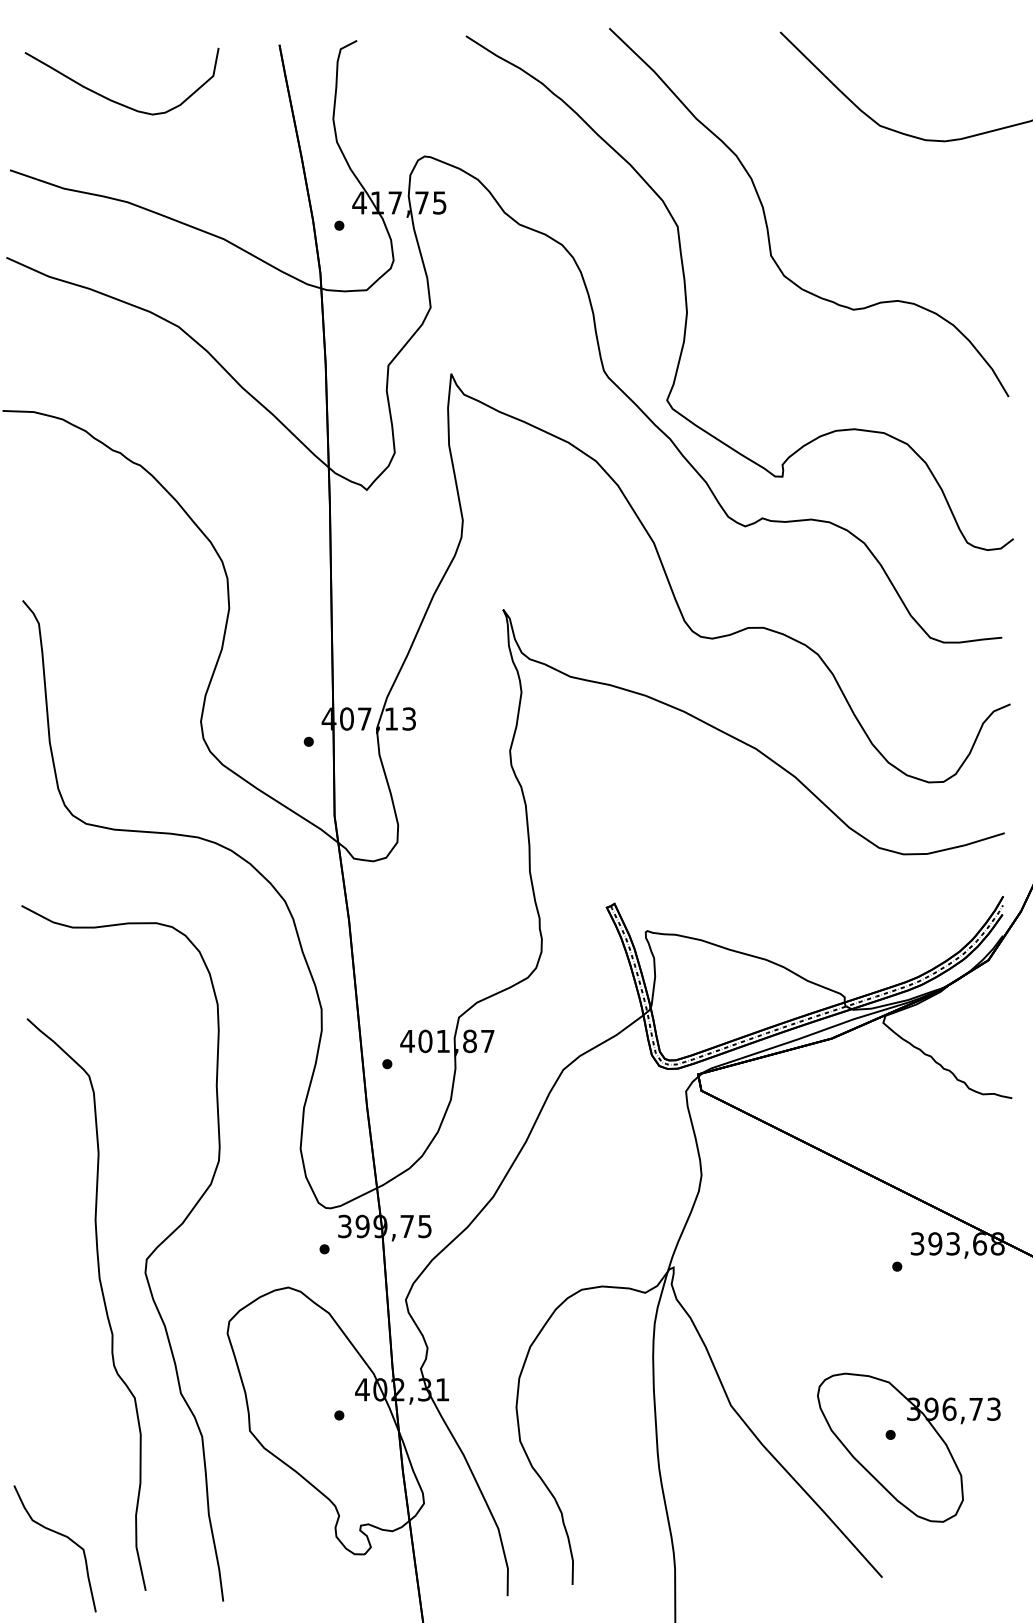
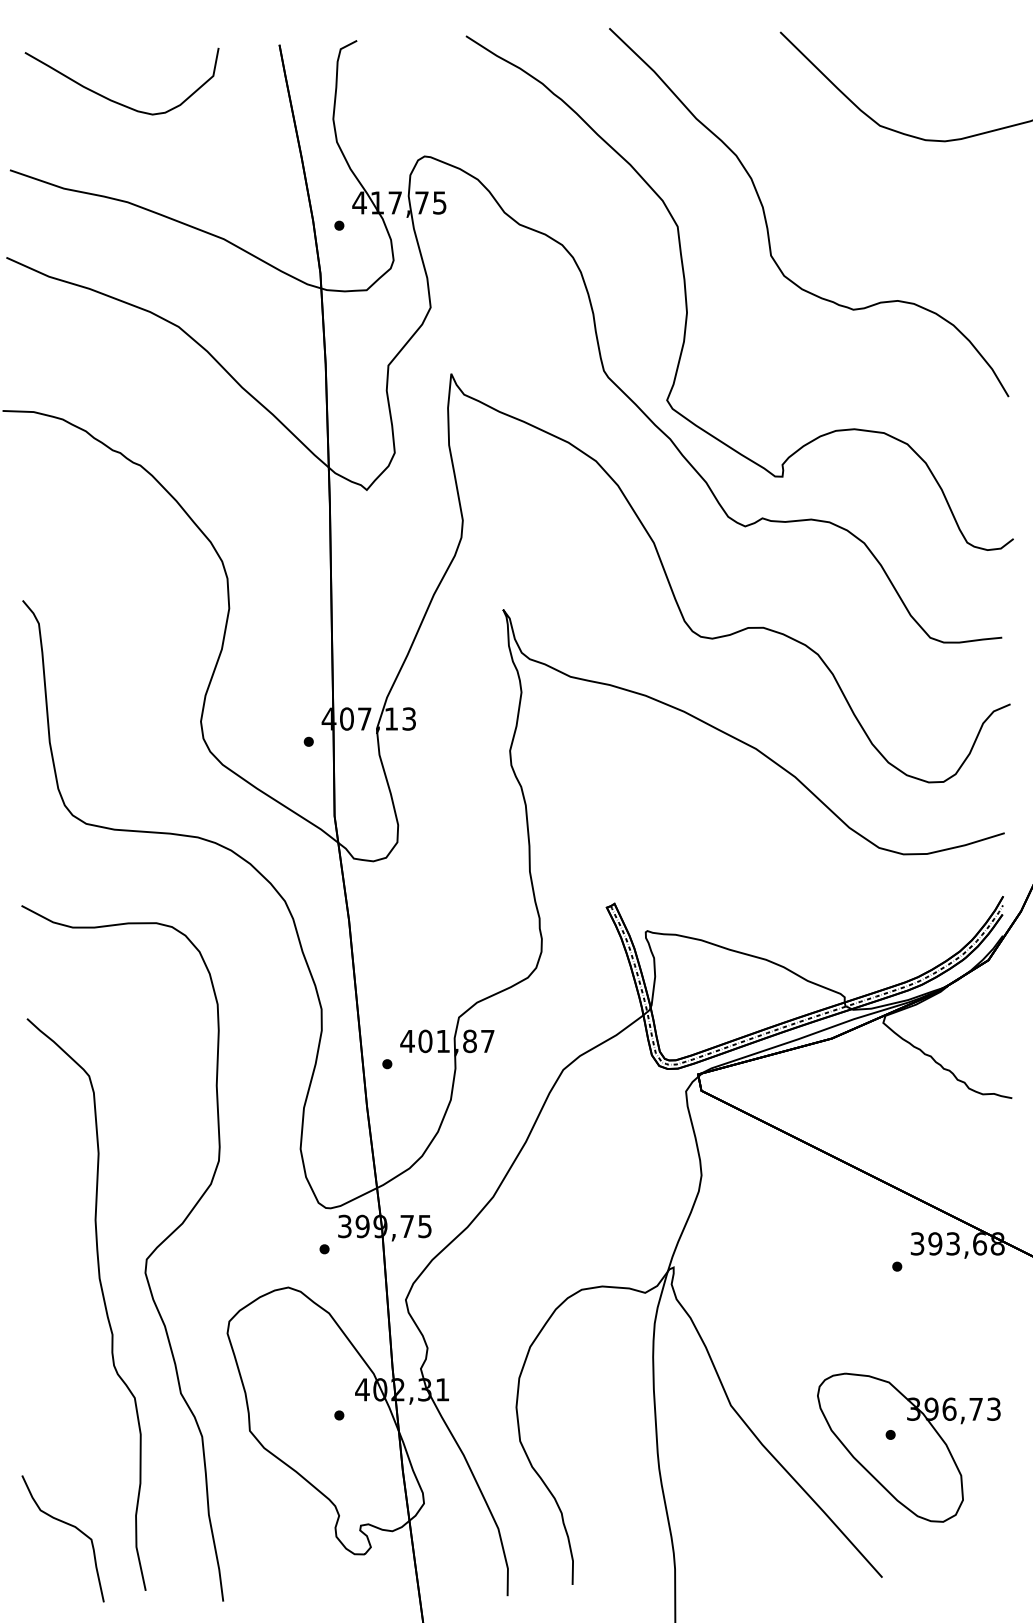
curve at (60, 1535) position: (60, 1535) -> (68, 1525)
